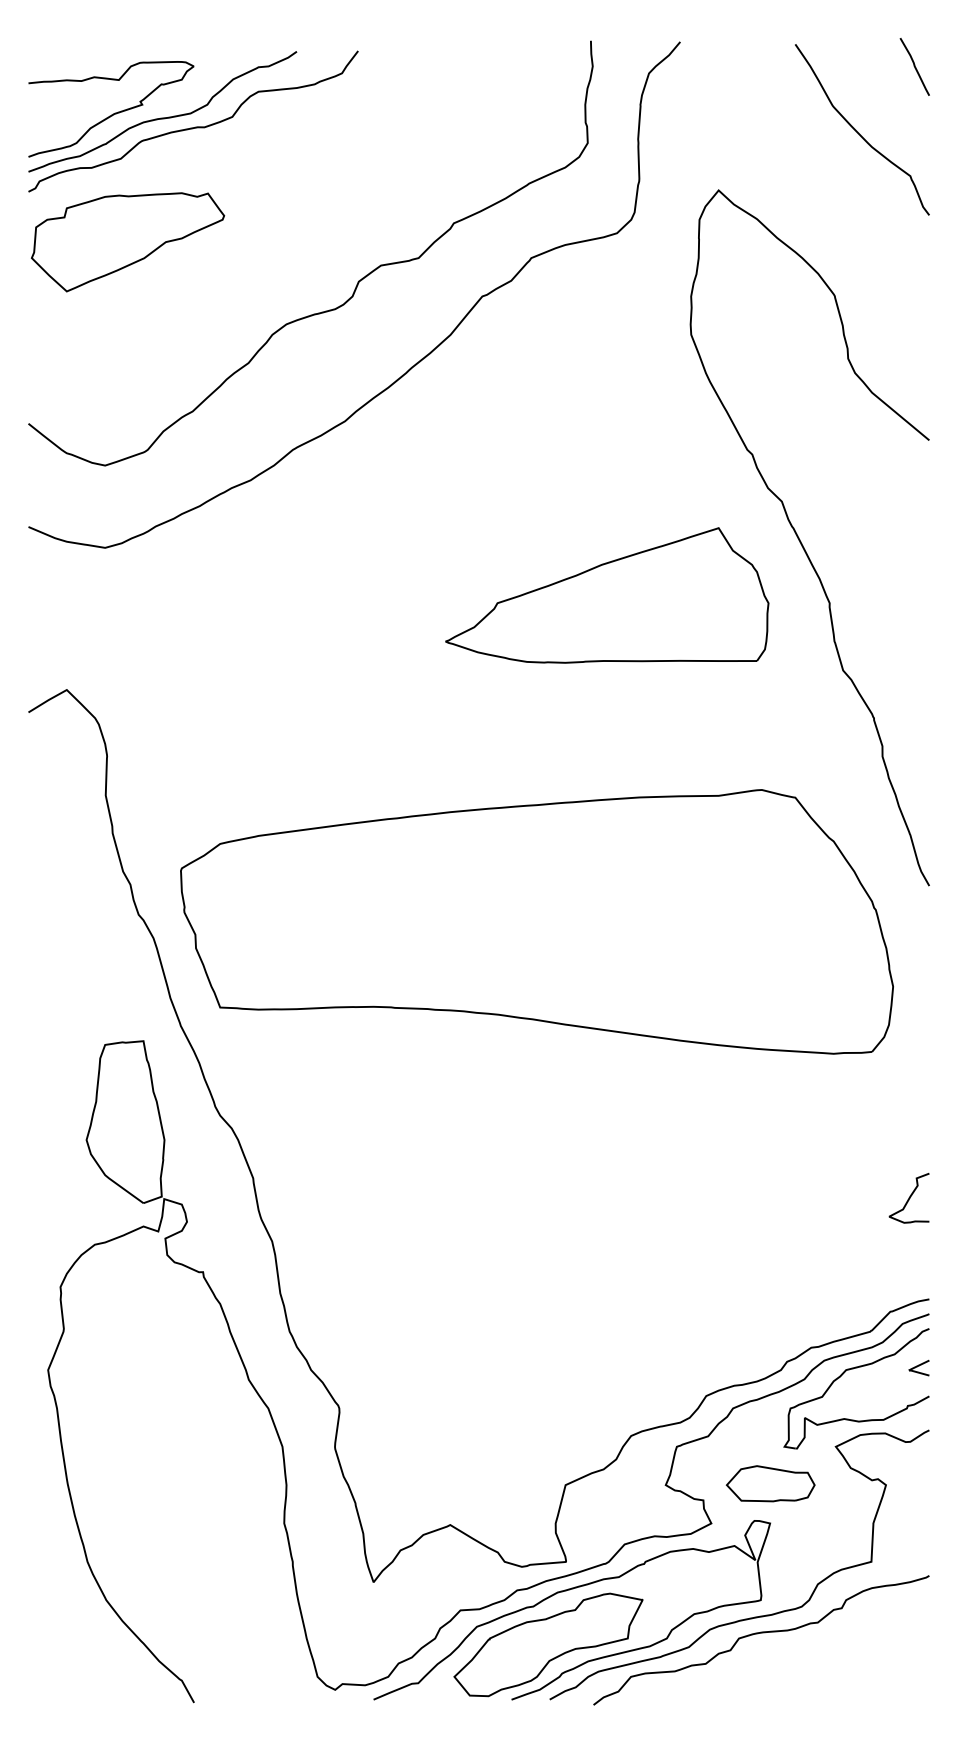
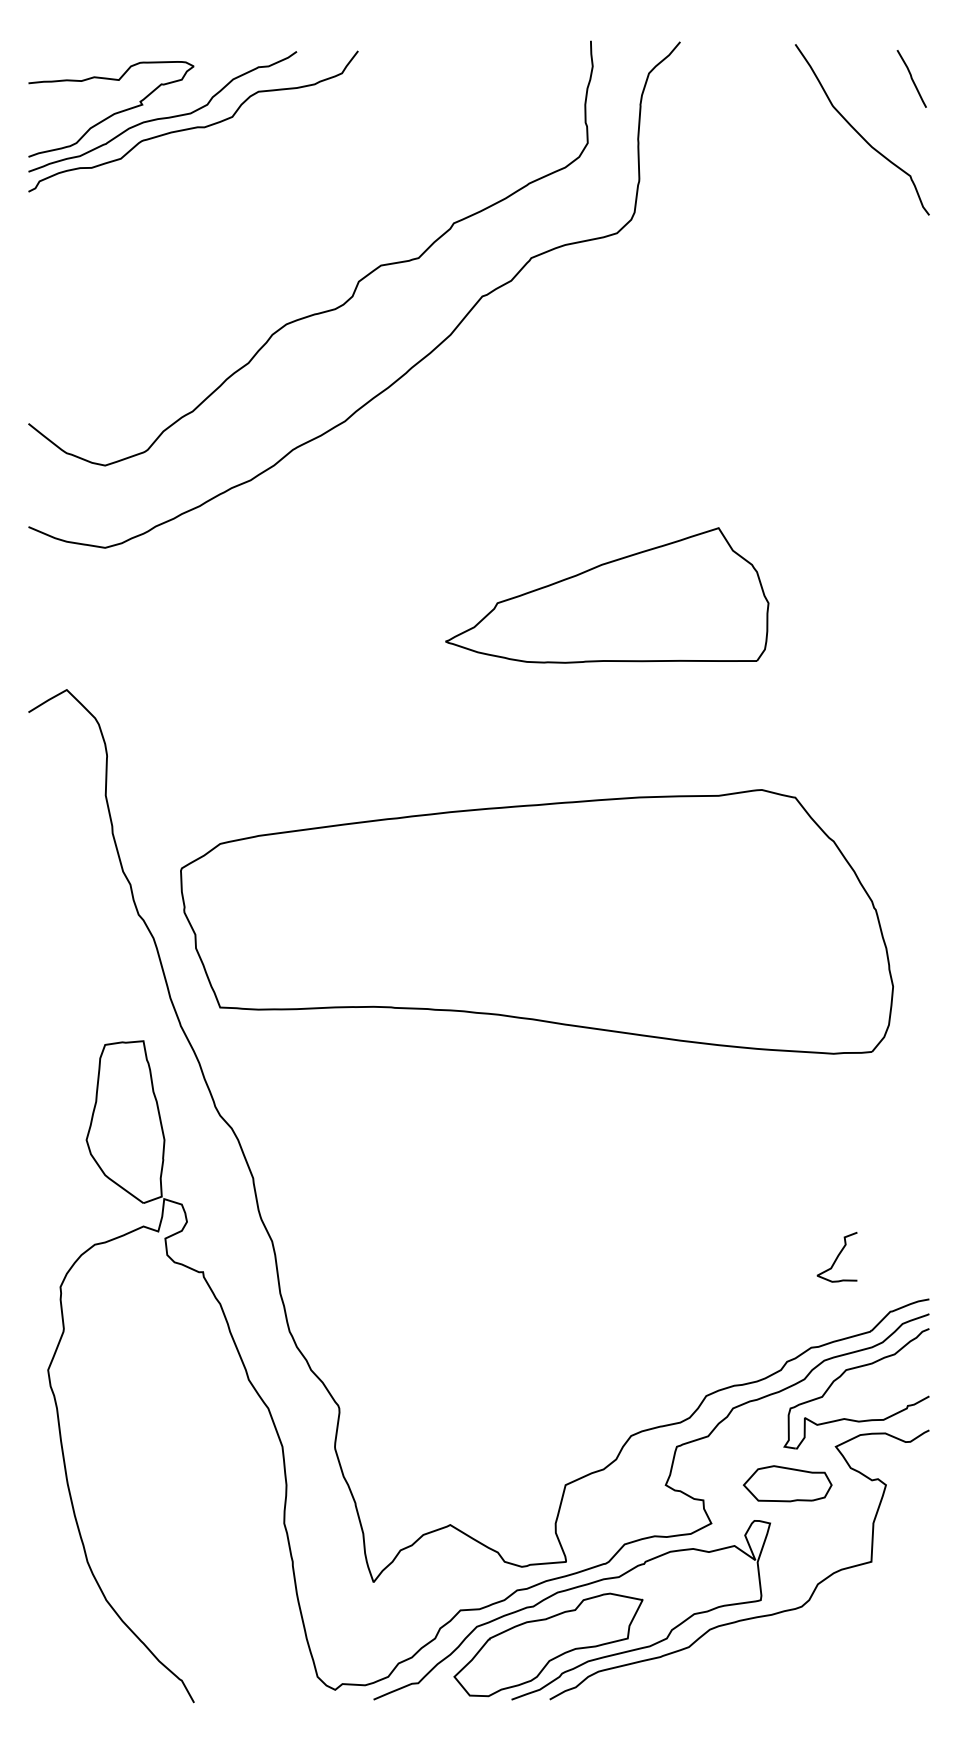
line at (914, 66) position: (914, 66) -> (911, 78)
part at (128, 242): present -> none
curve at (801, 541): present -> none
curve at (908, 1198) position: (908, 1198) -> (836, 1257)
curve at (918, 1366): present -> none
part at (770, 1483) position: (770, 1483) -> (787, 1483)
curve at (761, 1633): present -> none
